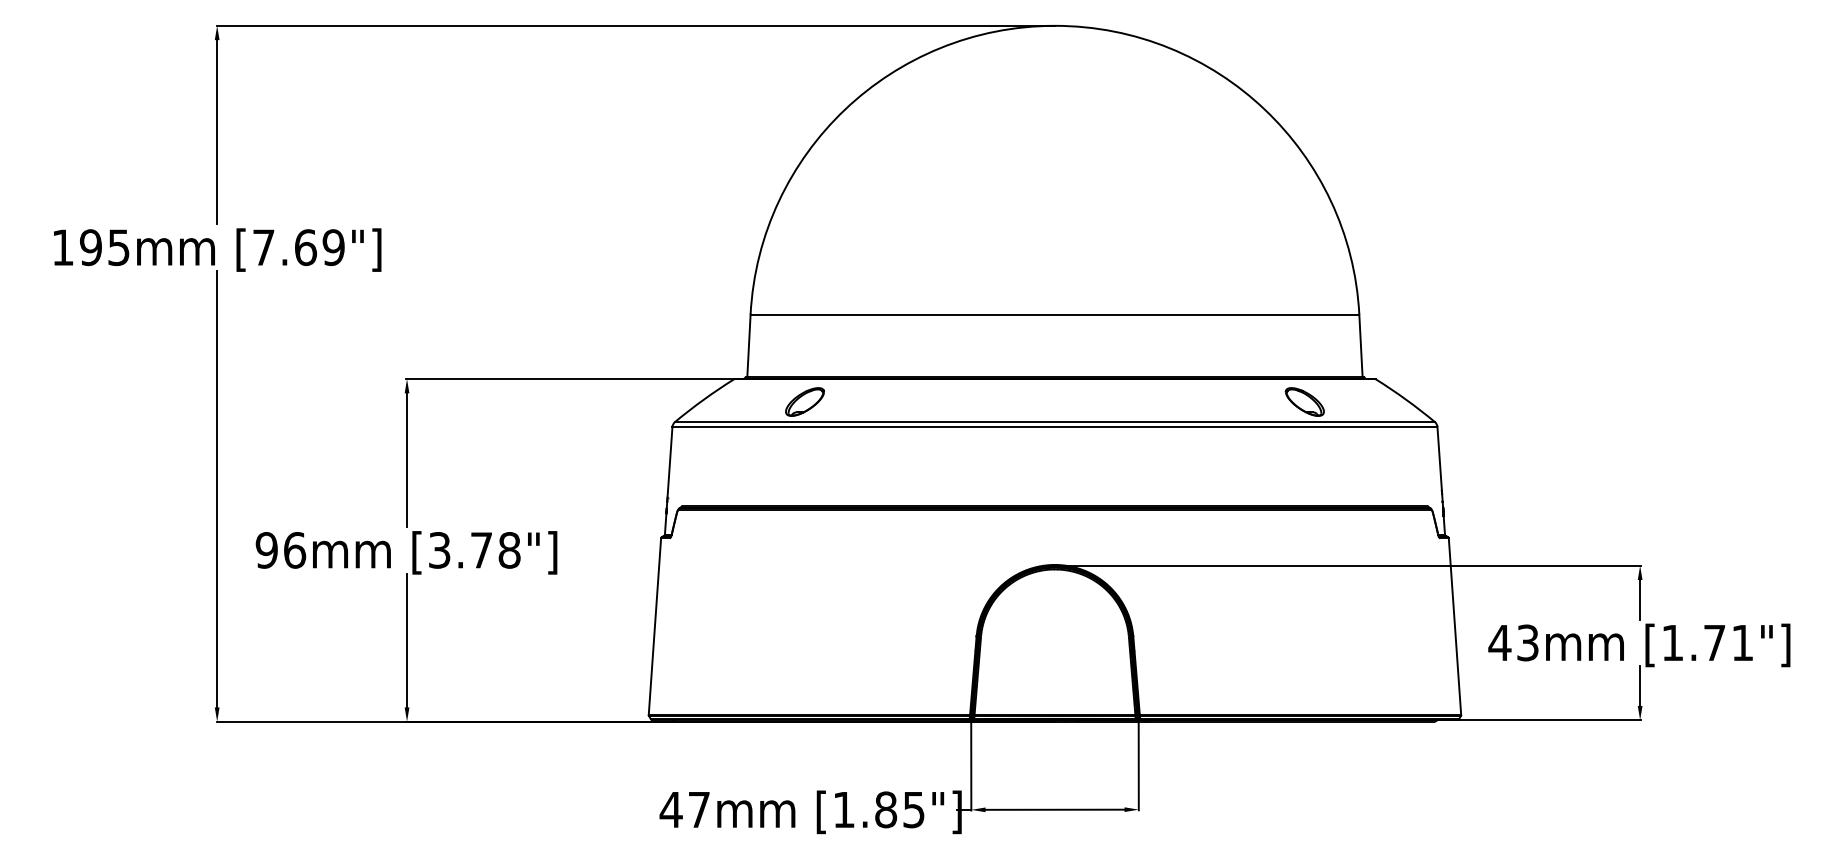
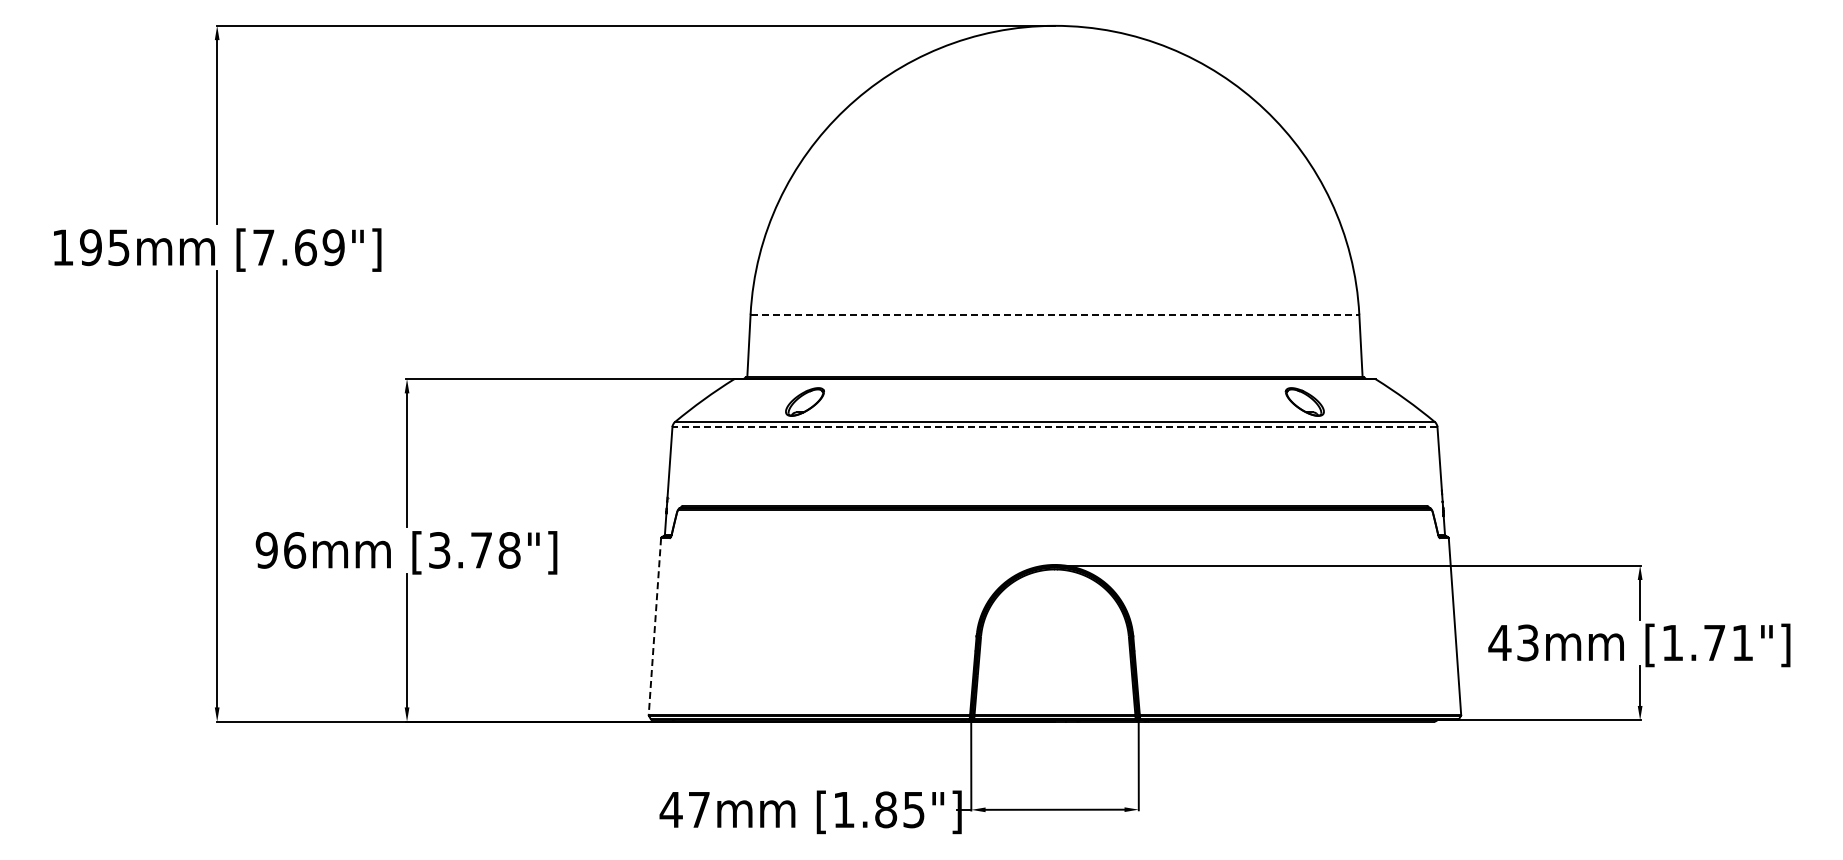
line at (1055, 314): solid -> dashed
line at (1054, 427): solid -> dashed
line at (654, 626): solid -> dashed
